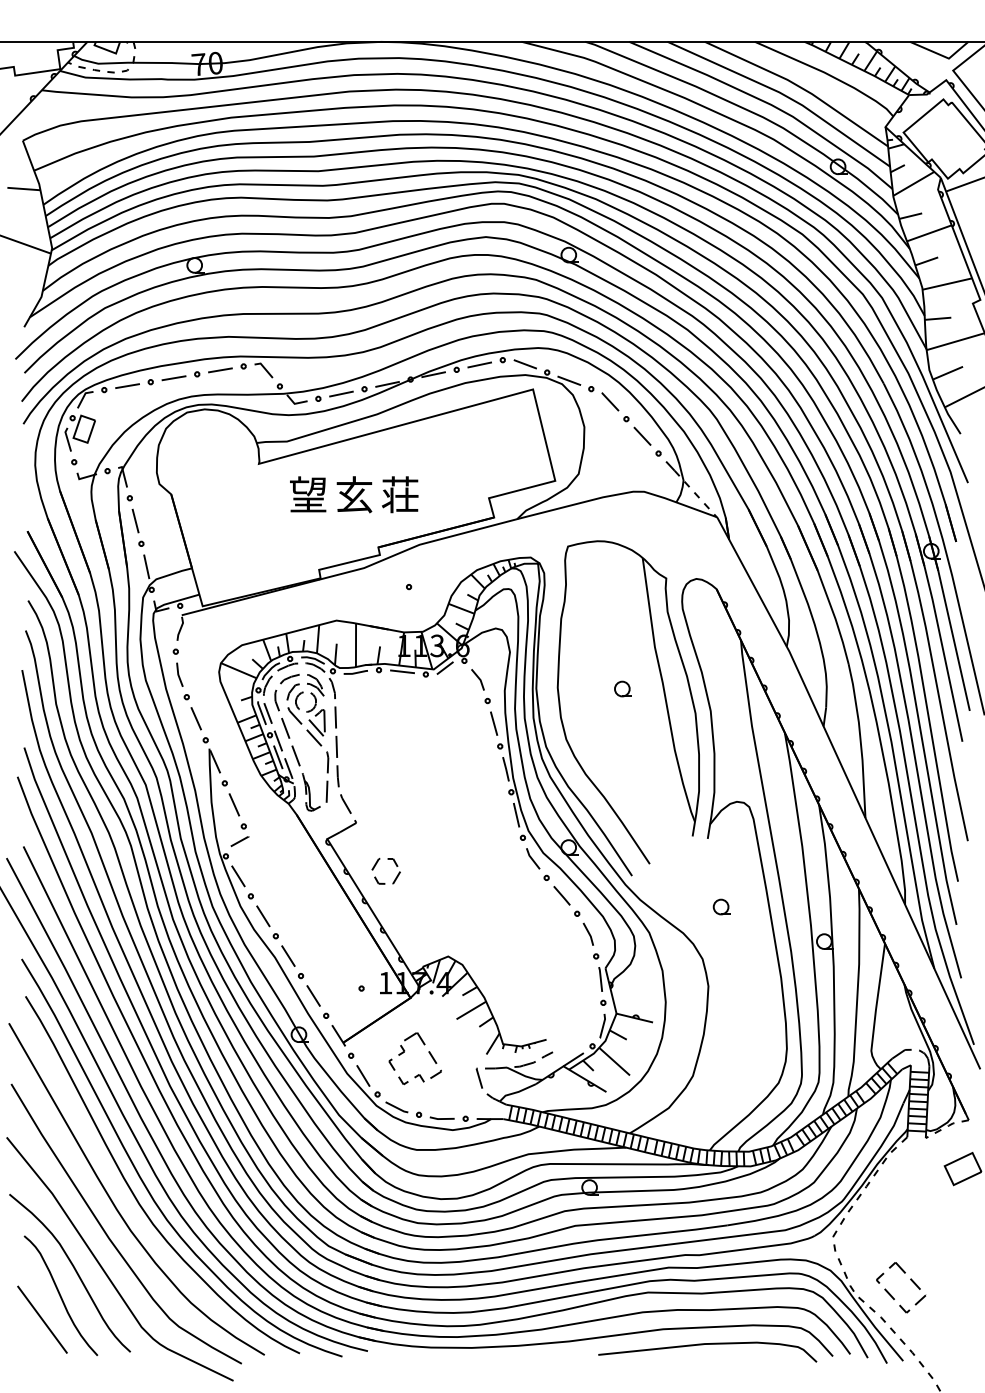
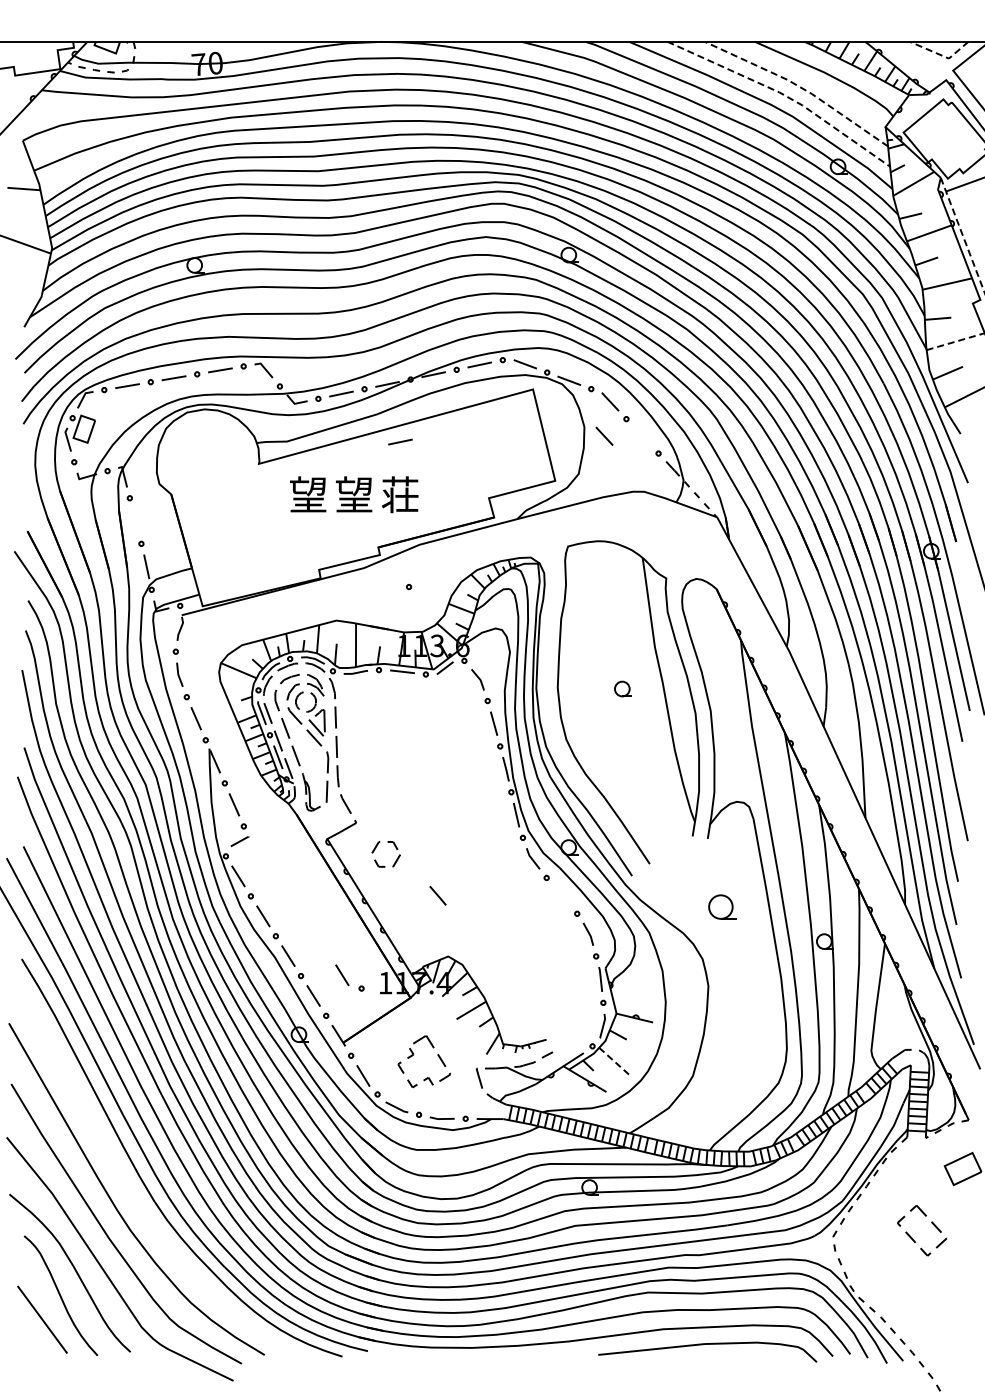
line at (941, 55): solid -> dashed
line at (800, 87): solid -> dashed
line at (784, 95): solid -> dashed
line at (963, 235): solid -> dashed
line at (956, 341): solid -> dashed
line at (642, 435) position: (642, 435) -> (604, 435)
line at (400, 441): none -> present
text at (354, 494): 玄 -> 望
line at (135, 520): present -> none
part at (376, 865) position: (376, 865) -> (376, 848)
line at (561, 895) position: (561, 895) -> (437, 895)
part at (721, 906) size: 19x18 px -> 29x26 px
line at (342, 975): none -> present
part at (404, 1052) position: (404, 1052) -> (413, 1055)
line at (614, 1061): solid -> dashed
curve at (134, 1193): present -> none
part at (910, 1280) position: (910, 1280) -> (931, 1223)
